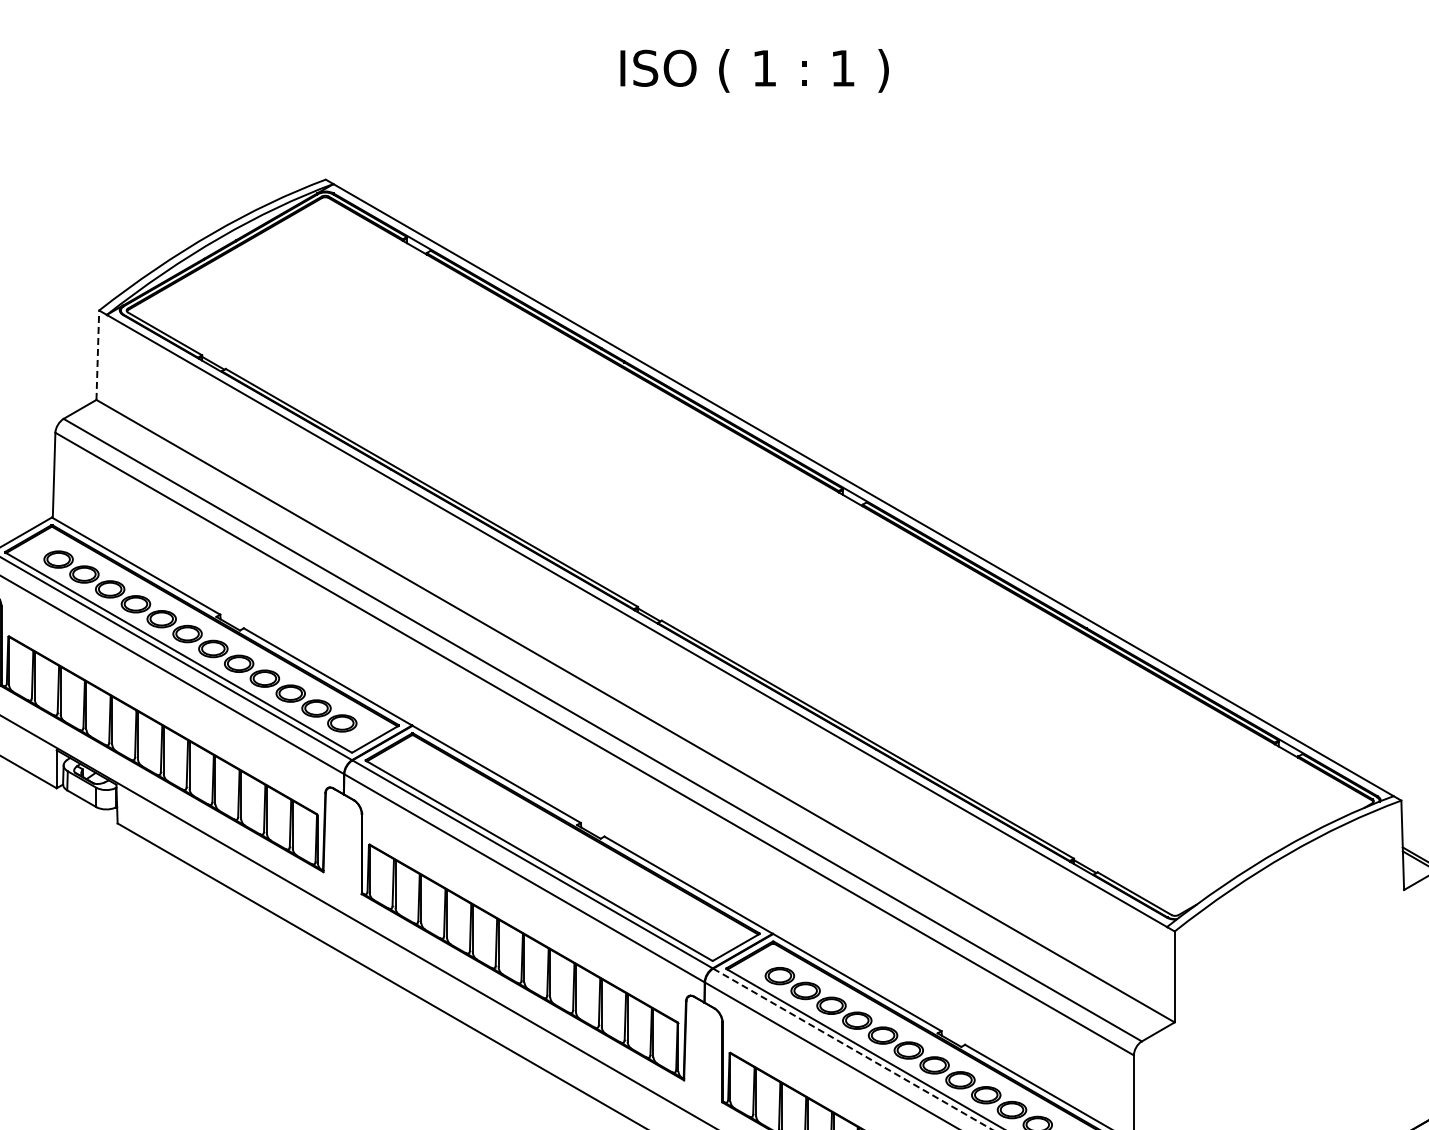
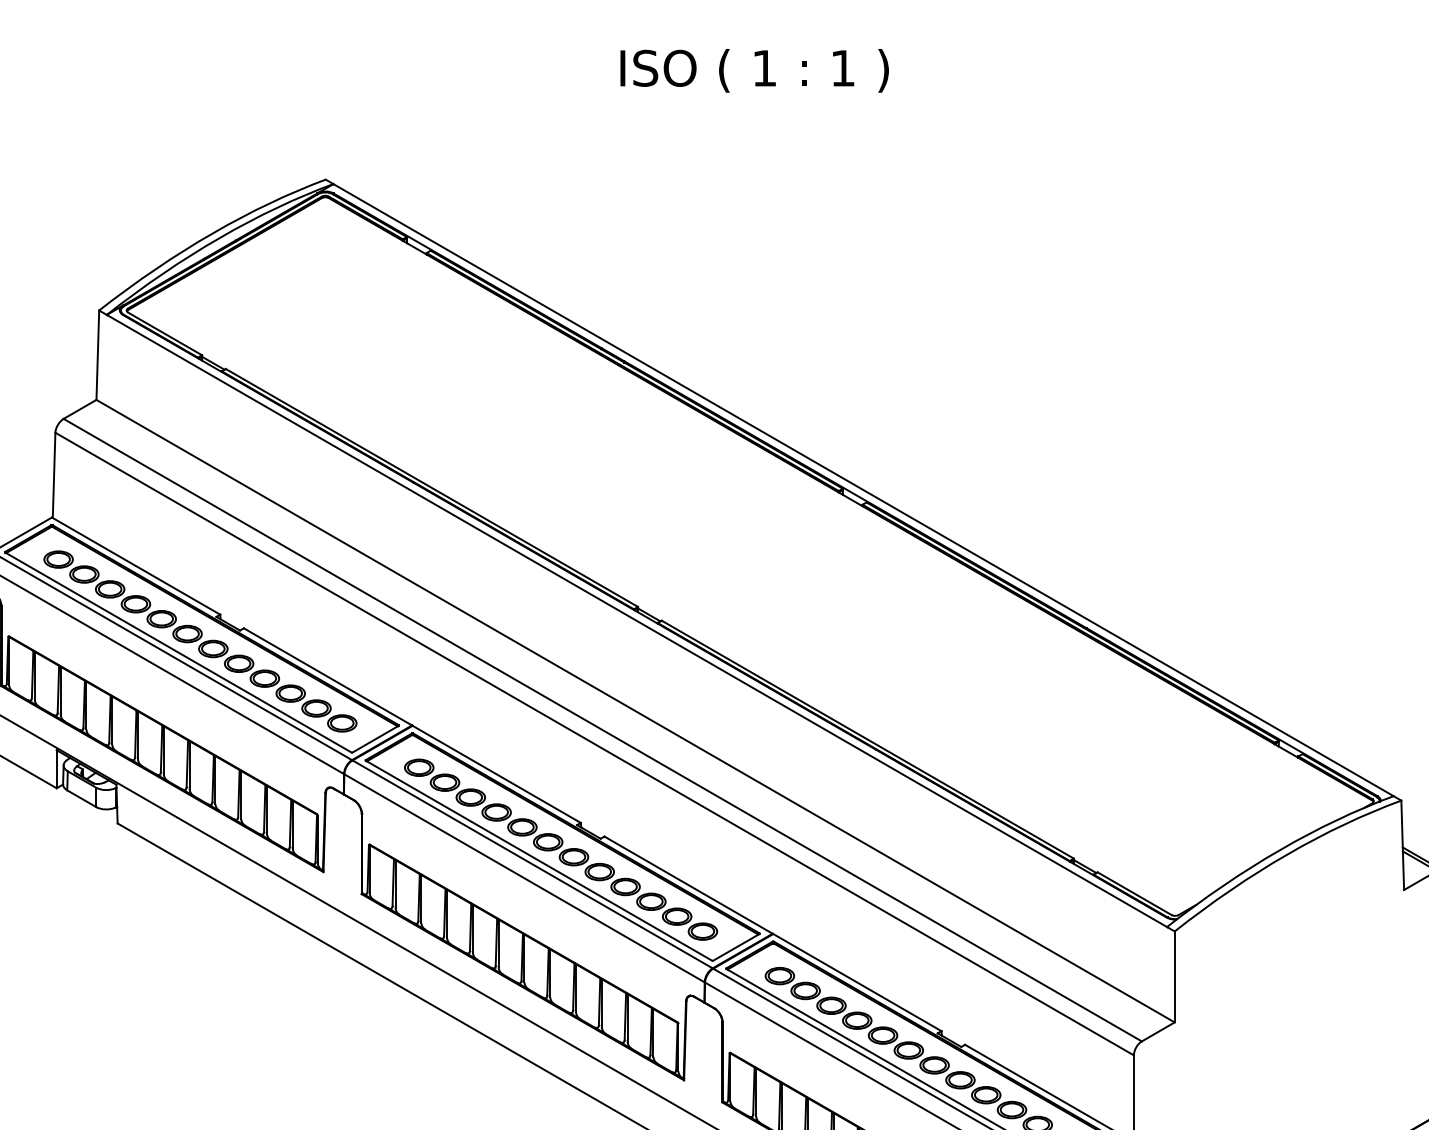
line at (97, 355): dashed -> solid
part at (561, 849): none -> present
line at (852, 1049): dashed -> solid
